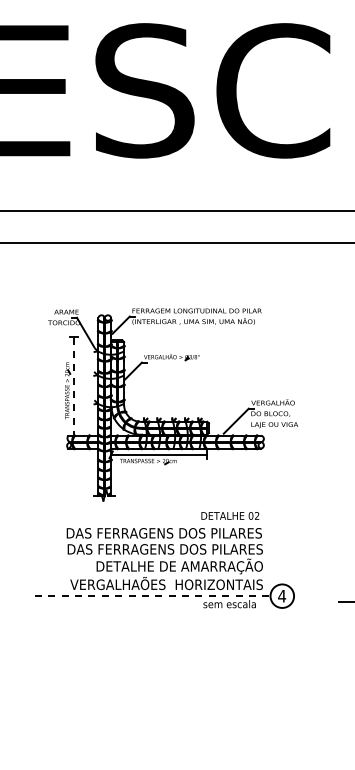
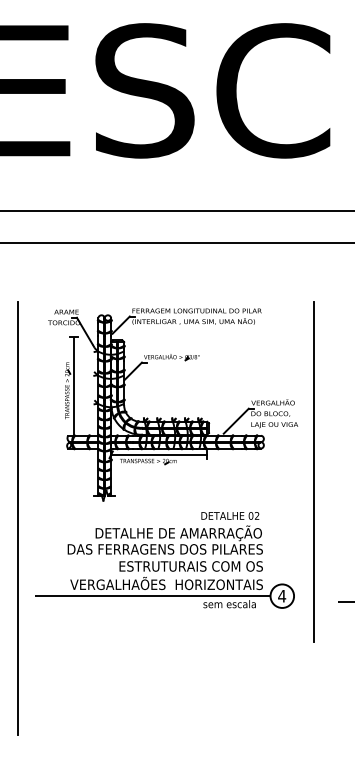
line at (74, 386): dashed -> solid
line at (314, 471): none -> present
line at (18, 517): none -> present
text at (163, 533): DAS FERRAGENS DOS PILARES -> DETALHE DE AMARRAÇÃO
text at (179, 566): DETALHE DE AMARRAÇÃO -> ESTRUTURAIS COM OS
line at (152, 596): dashed -> solid
